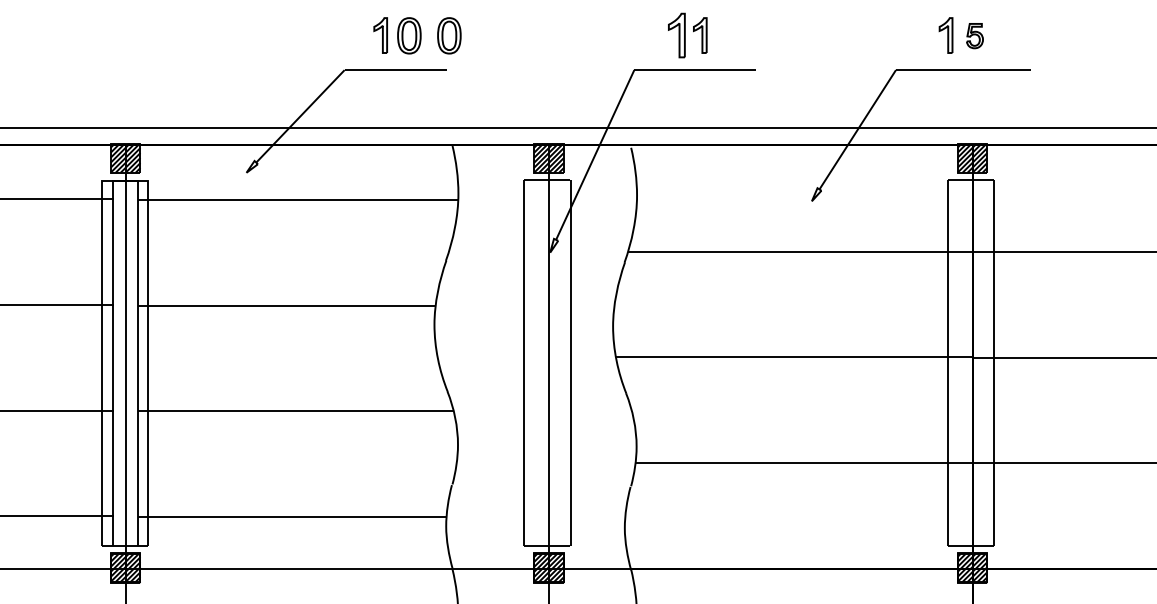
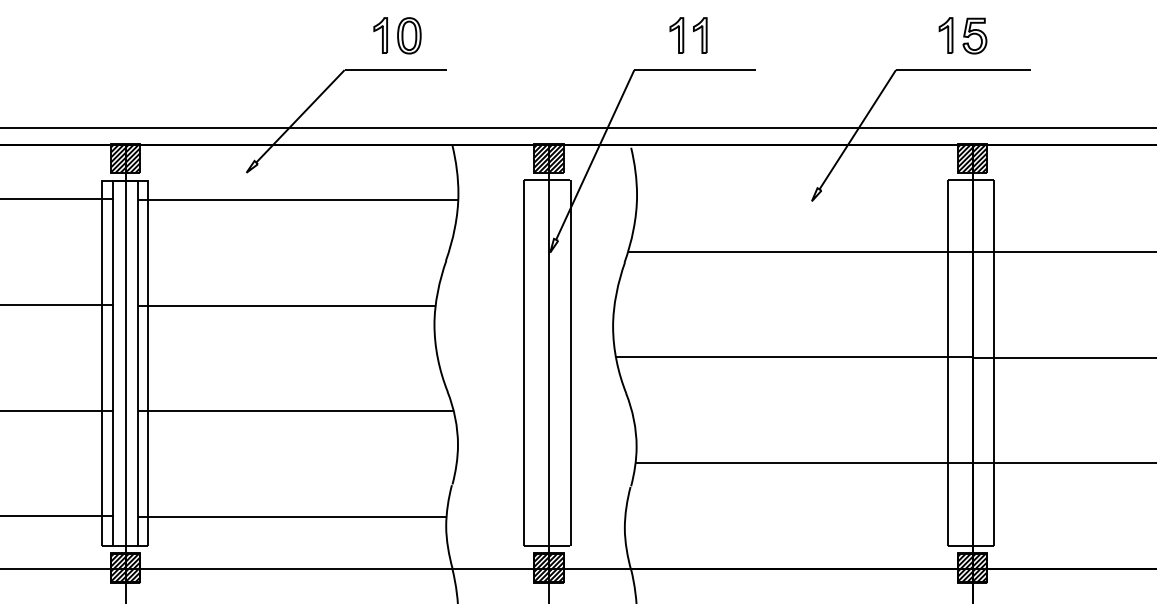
part at (449, 35): present -> none
part at (676, 35) size: 18x47 px -> 16x37 px
part at (974, 36) size: 18x27 px -> 26x38 px
